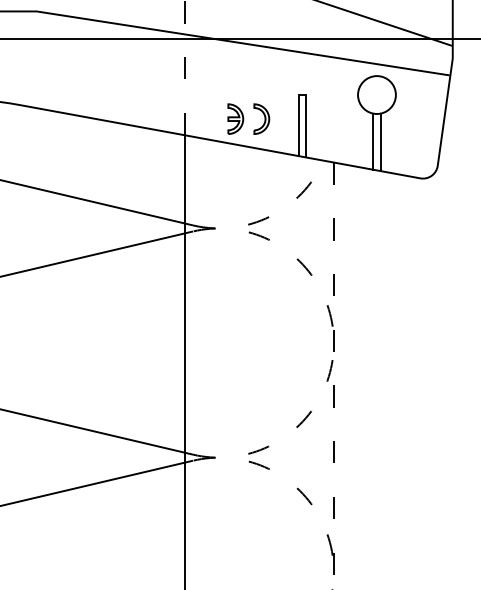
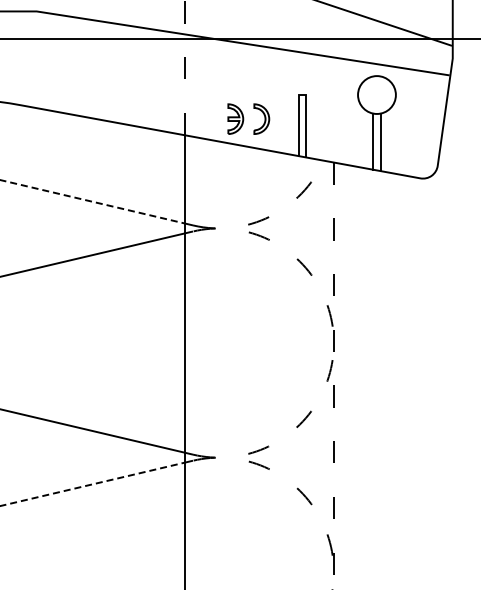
line at (93, 201): solid -> dashed
line at (93, 484): solid -> dashed
